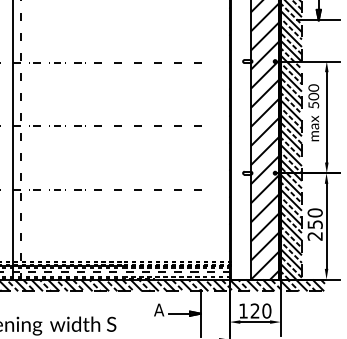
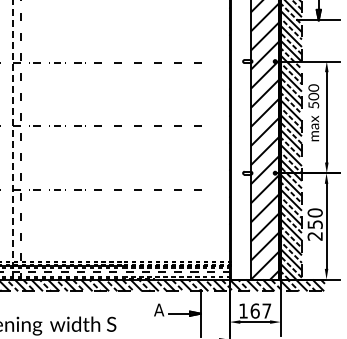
line at (12, 140): solid -> dashed
text at (260, 310): 120 -> 167
